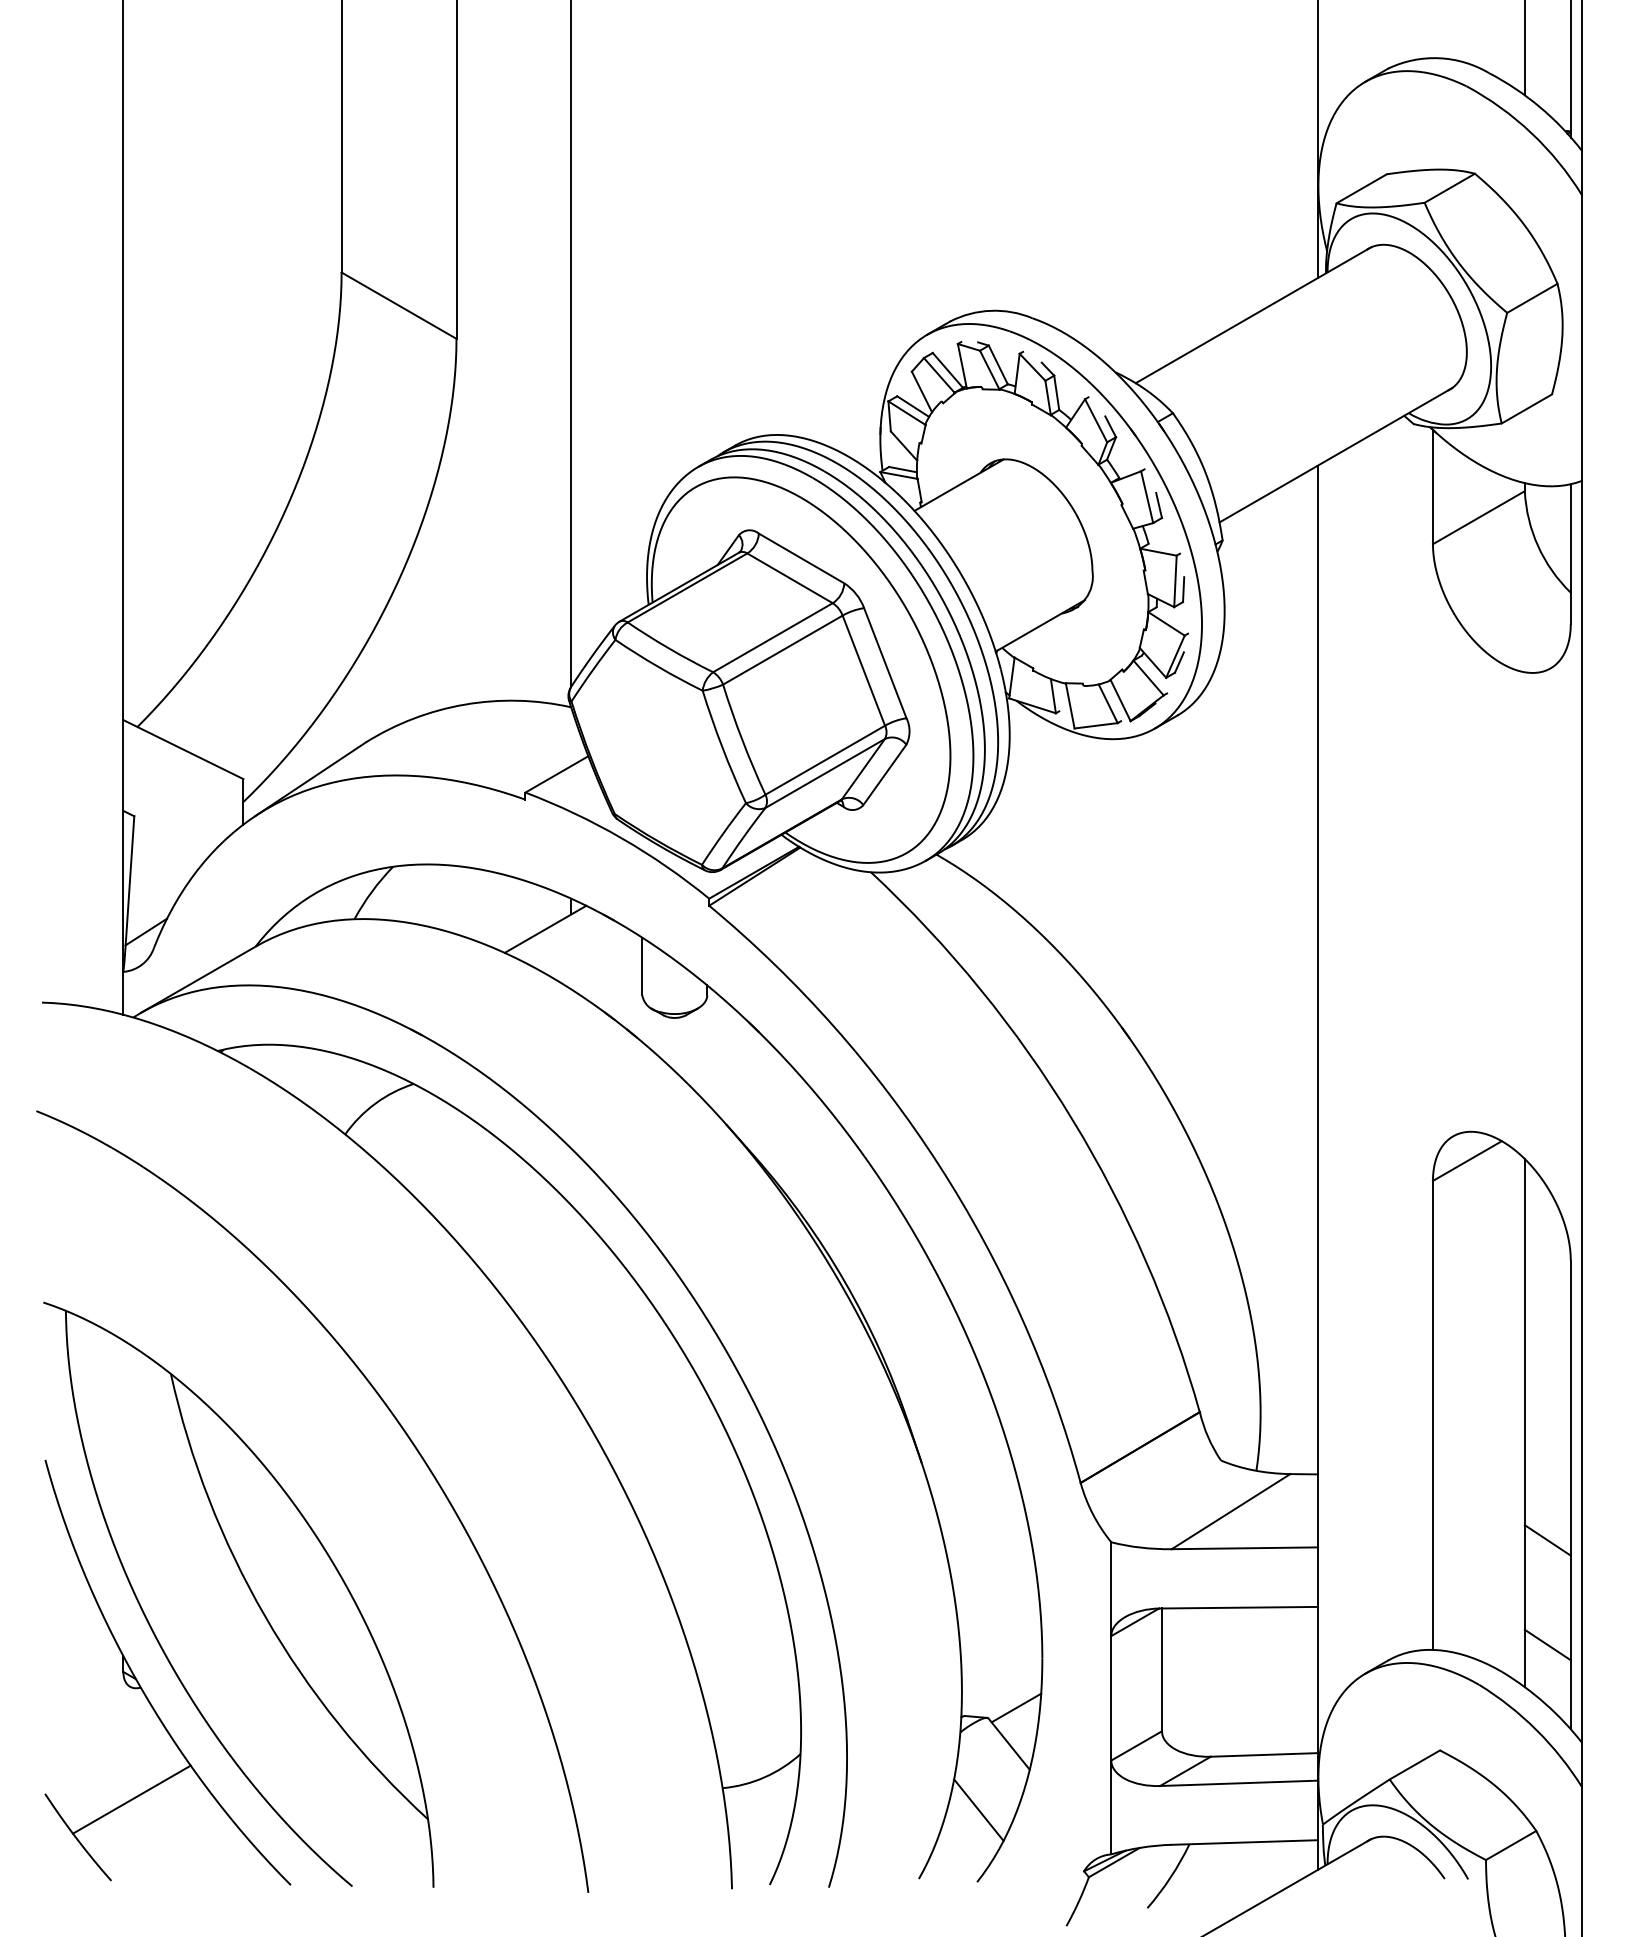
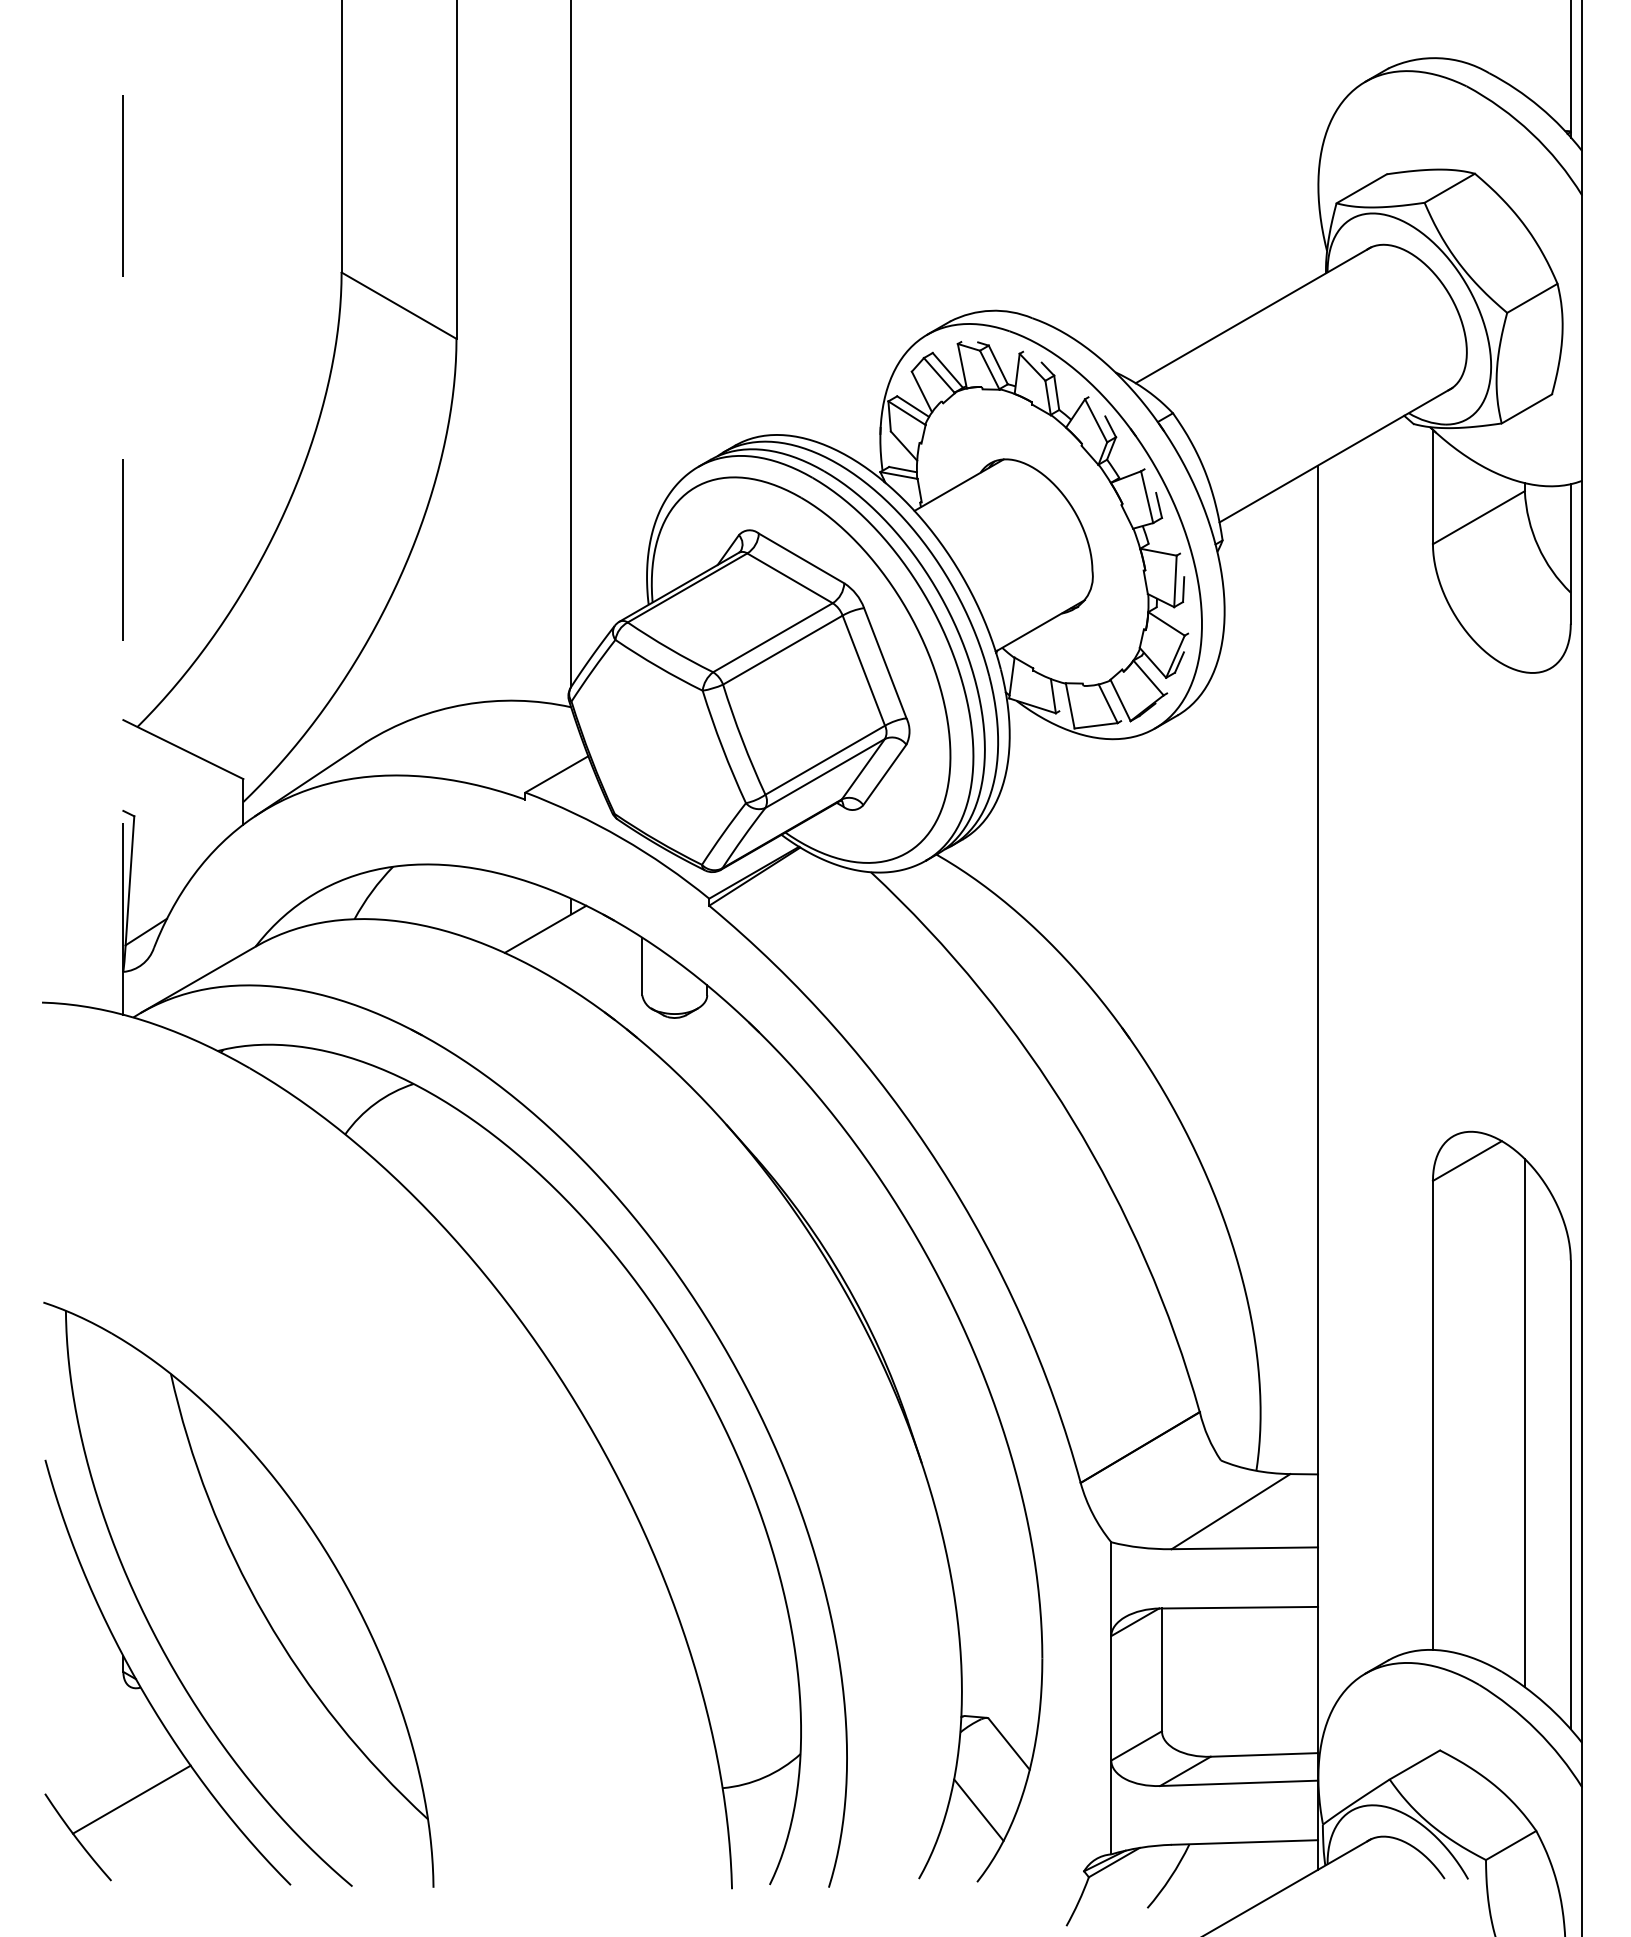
line at (1524, 48): present -> none
line at (1318, 139): present -> none
line at (123, 486): solid -> dashed
part at (407, 1437): present -> none
line at (1547, 1540): present -> none
line at (1547, 1644): present -> none
line at (1016, 1707): present -> none
